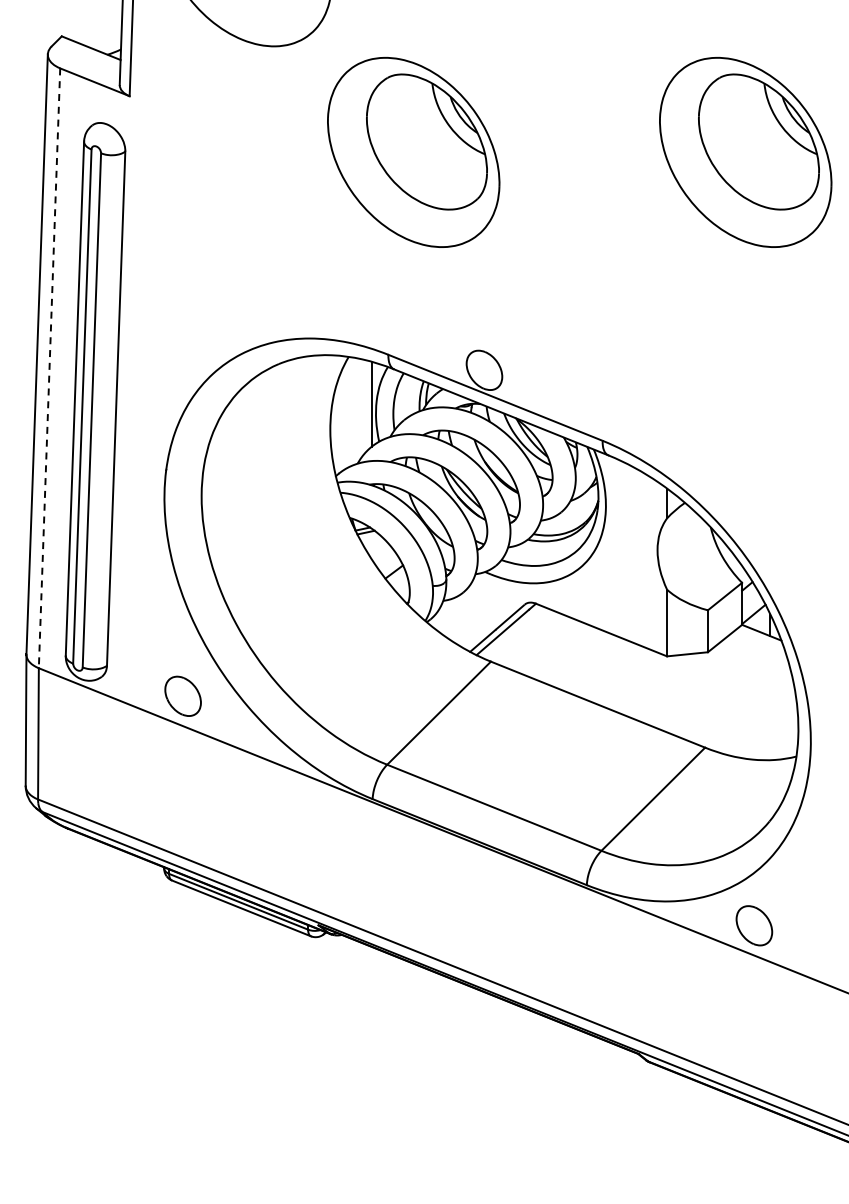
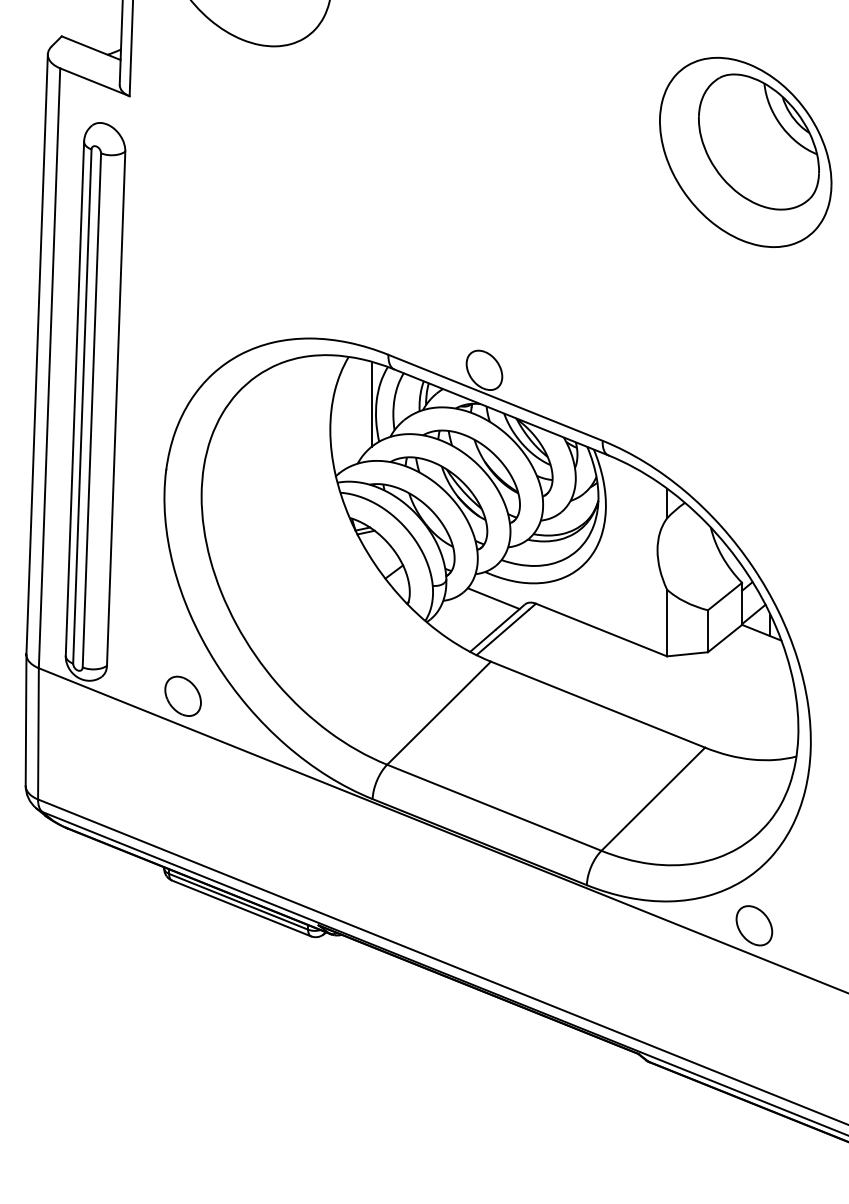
part at (413, 151): present -> none
line at (49, 368): dashed -> solid
line at (493, 598): none -> present
